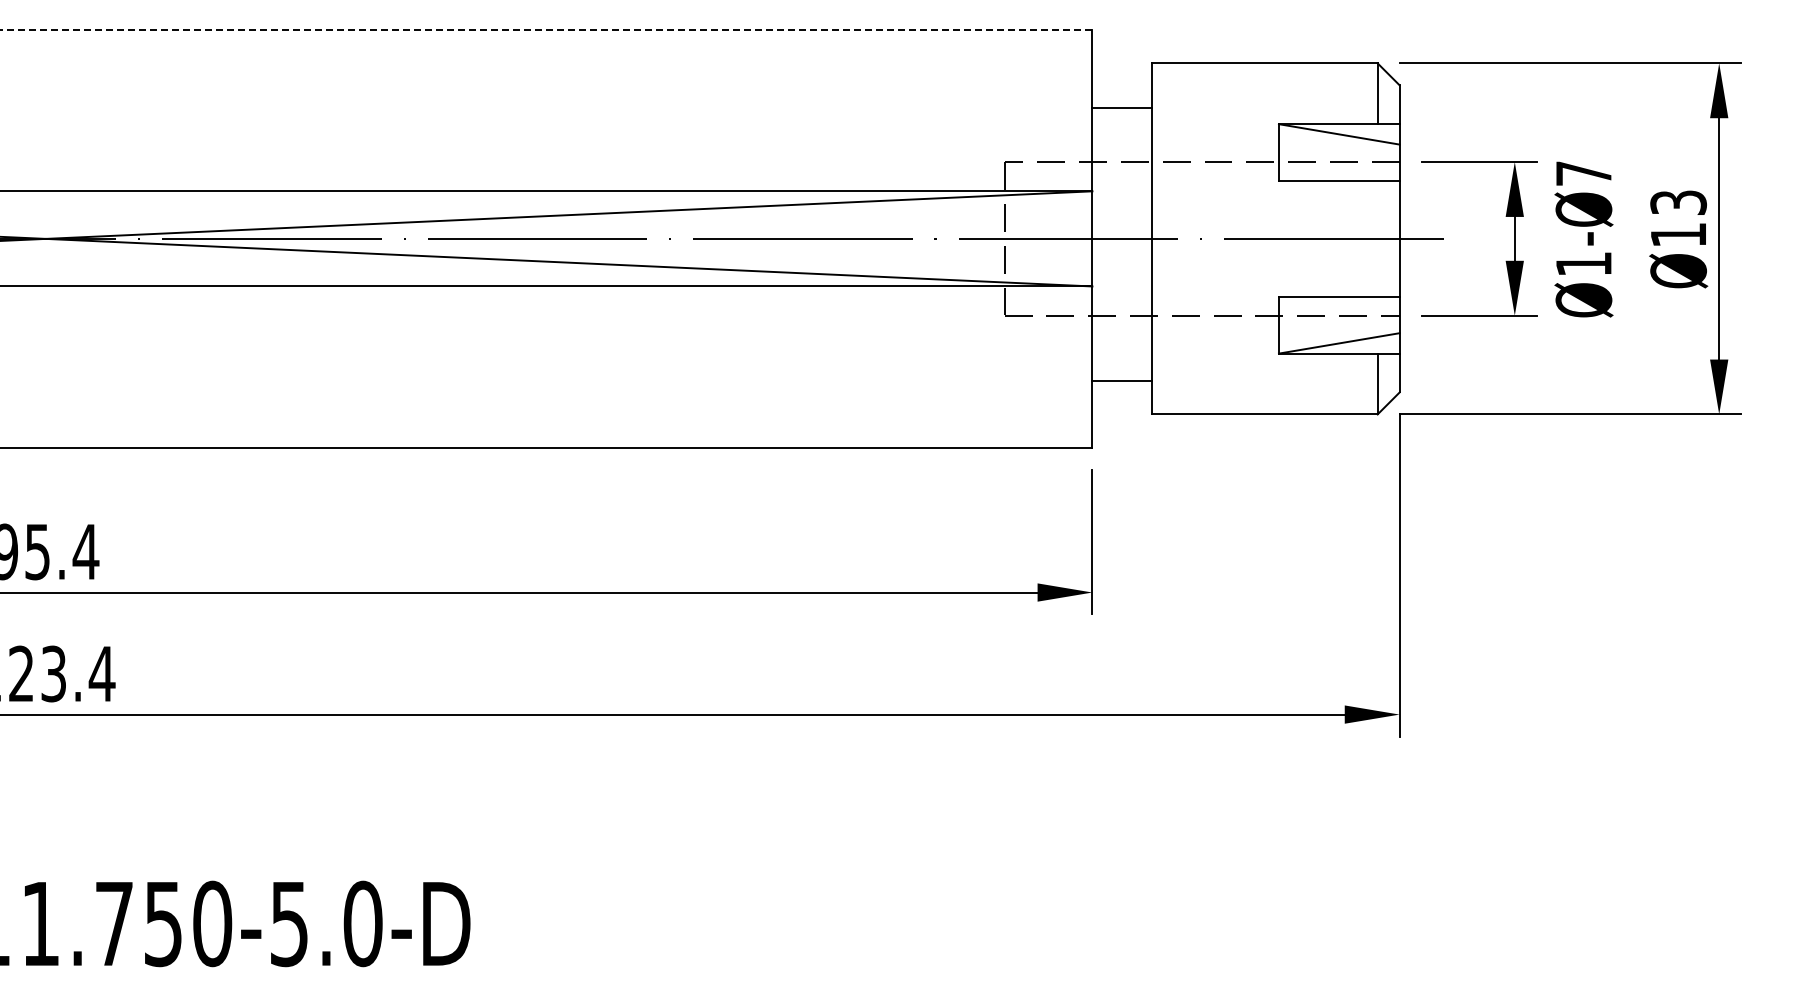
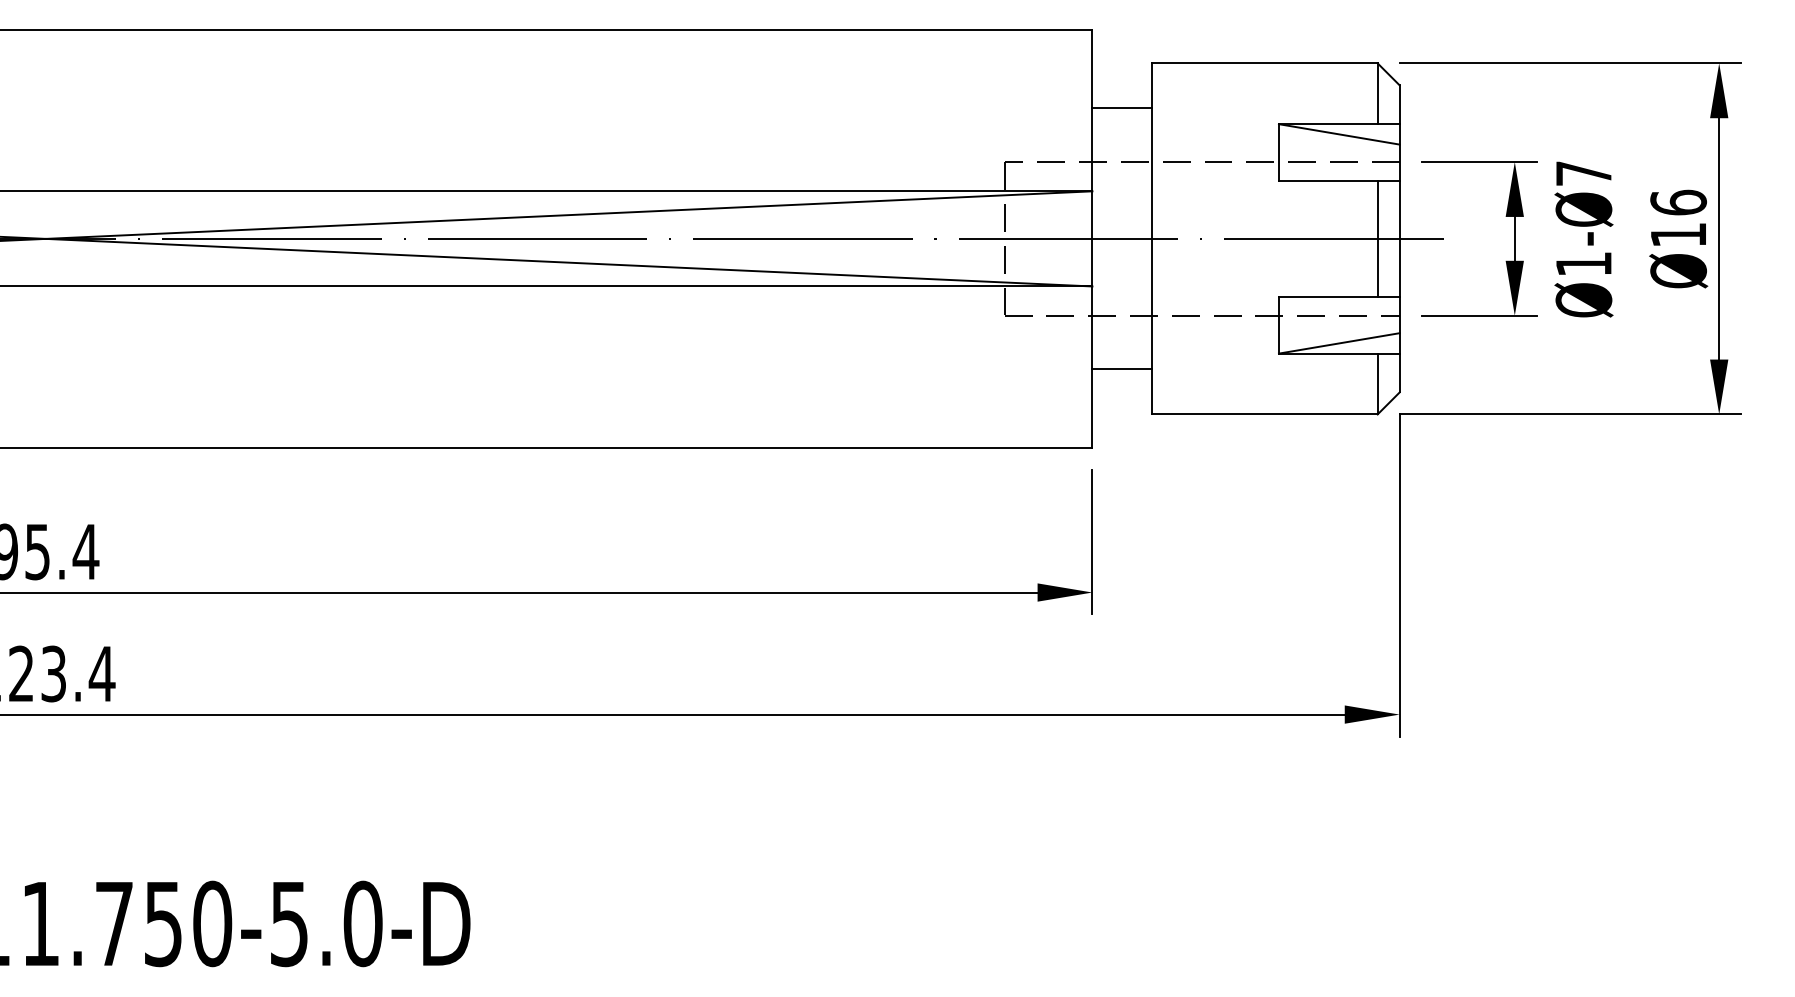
line at (546, 29): dashed -> solid
text at (1678, 202): Ø13 -> Ø16
line at (1377, 238): none -> present
line at (1121, 381) position: (1121, 381) -> (1121, 369)
